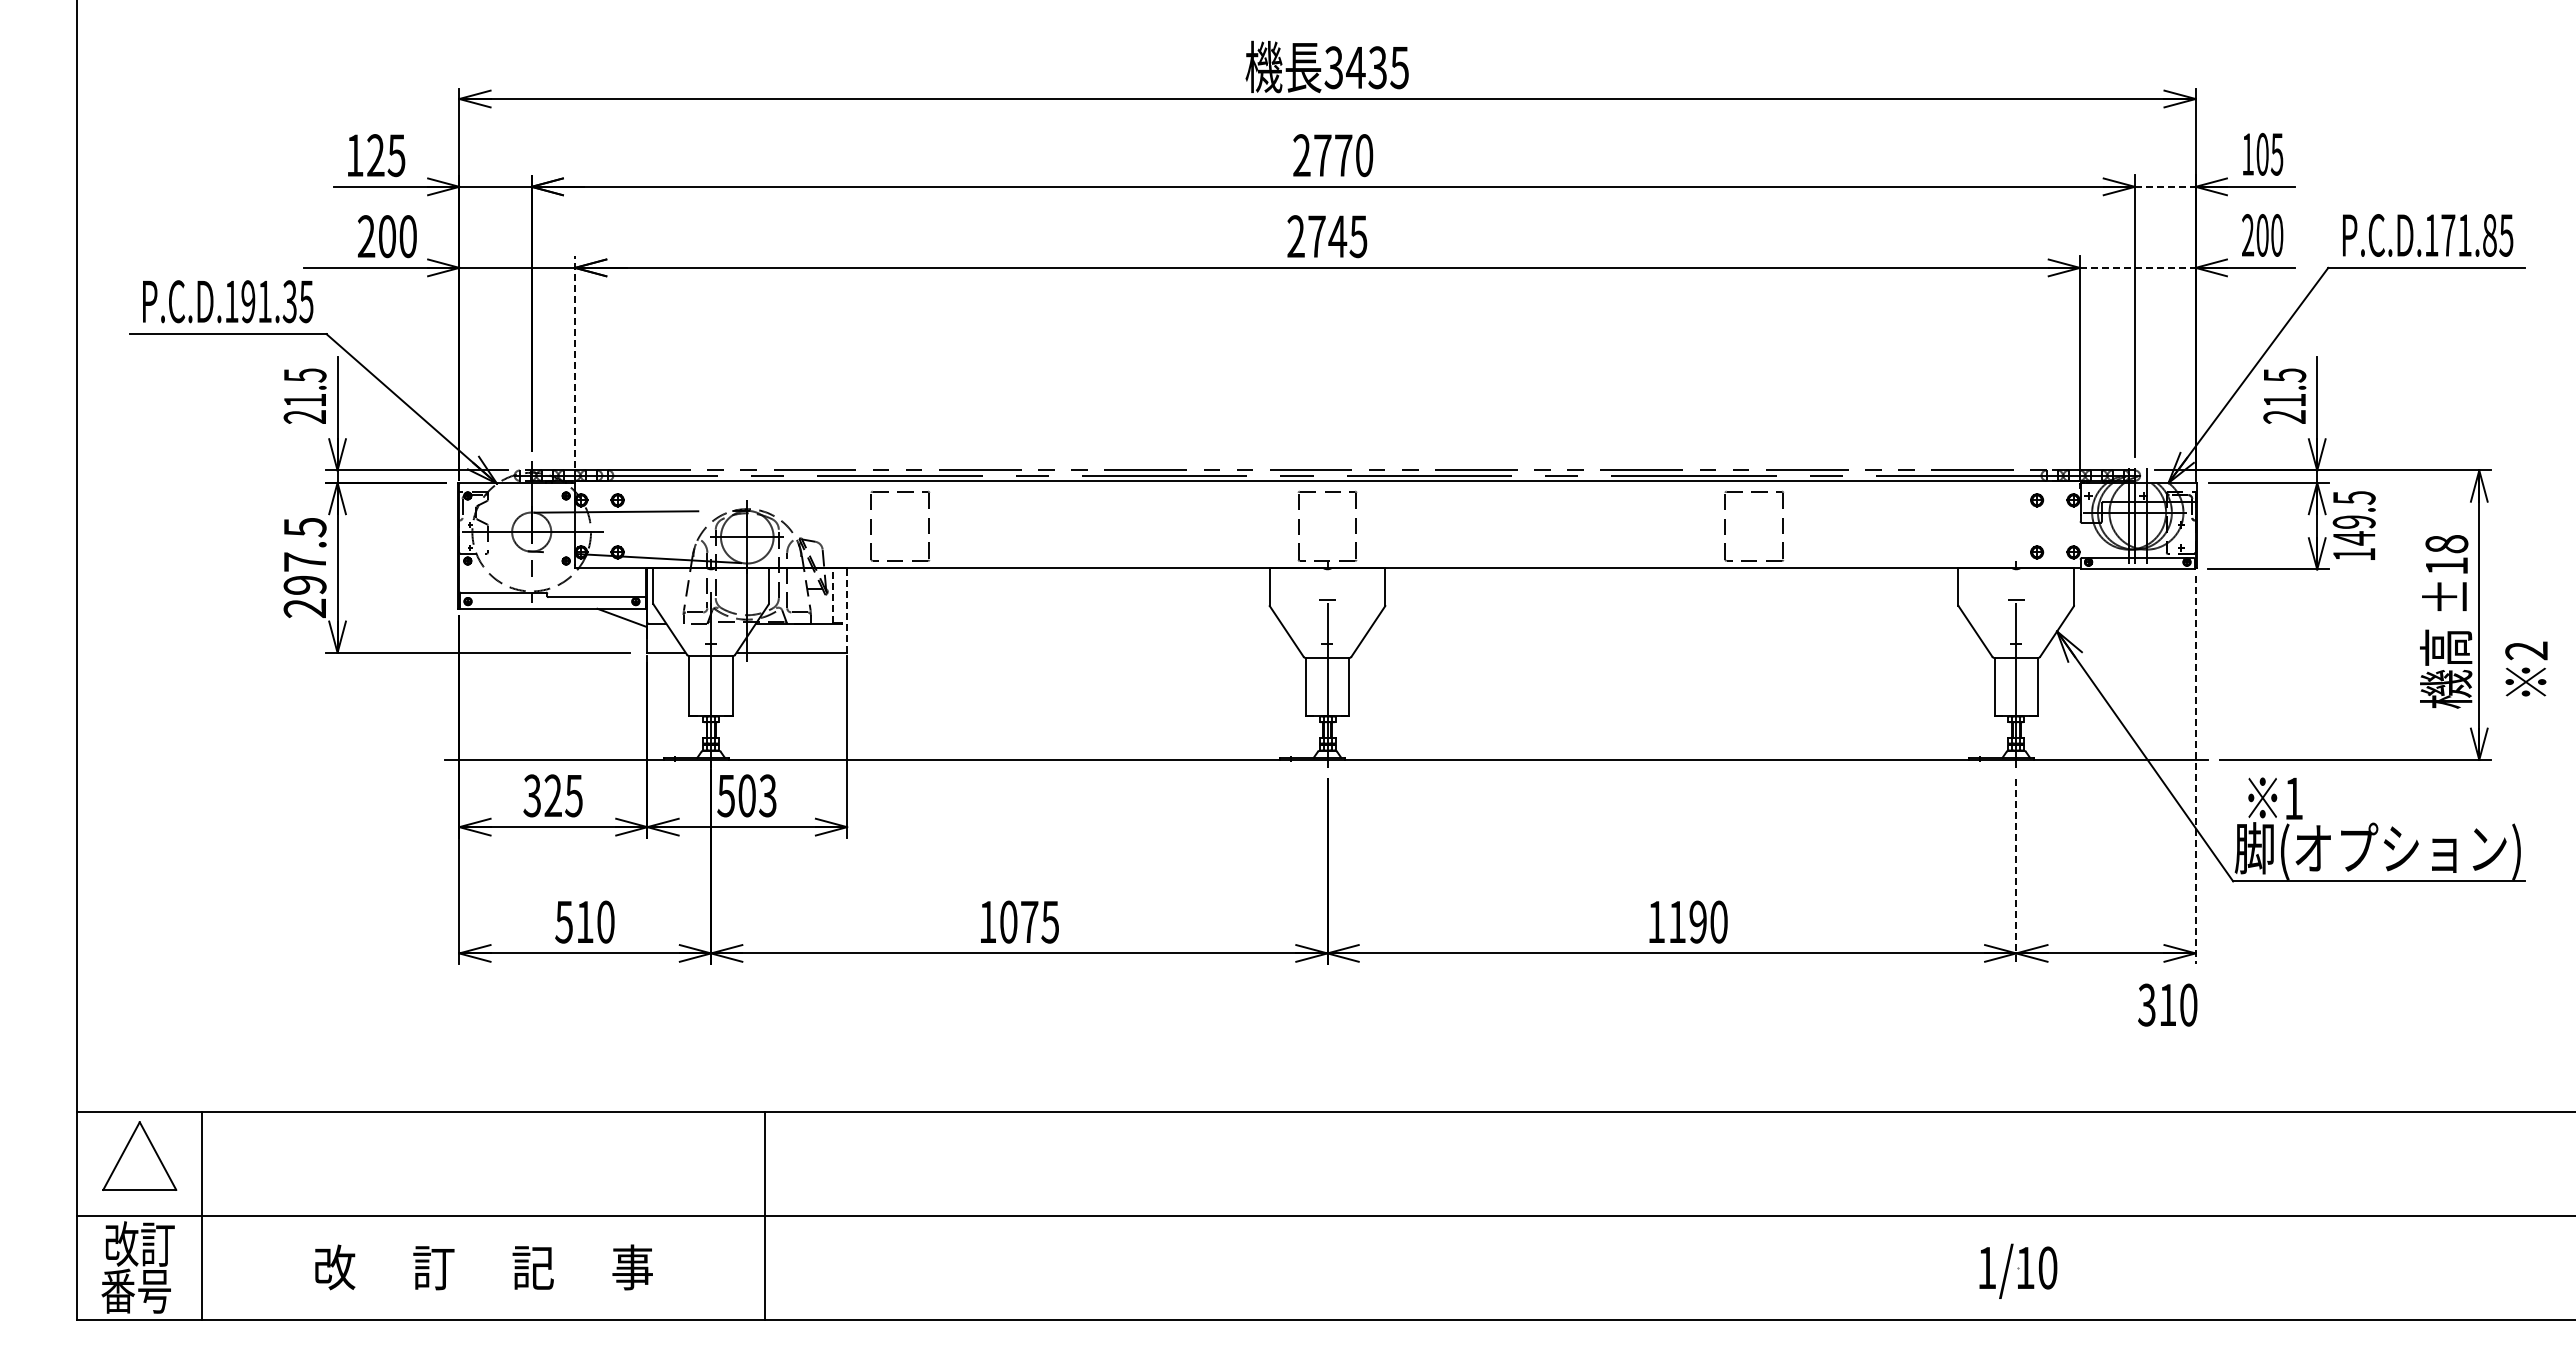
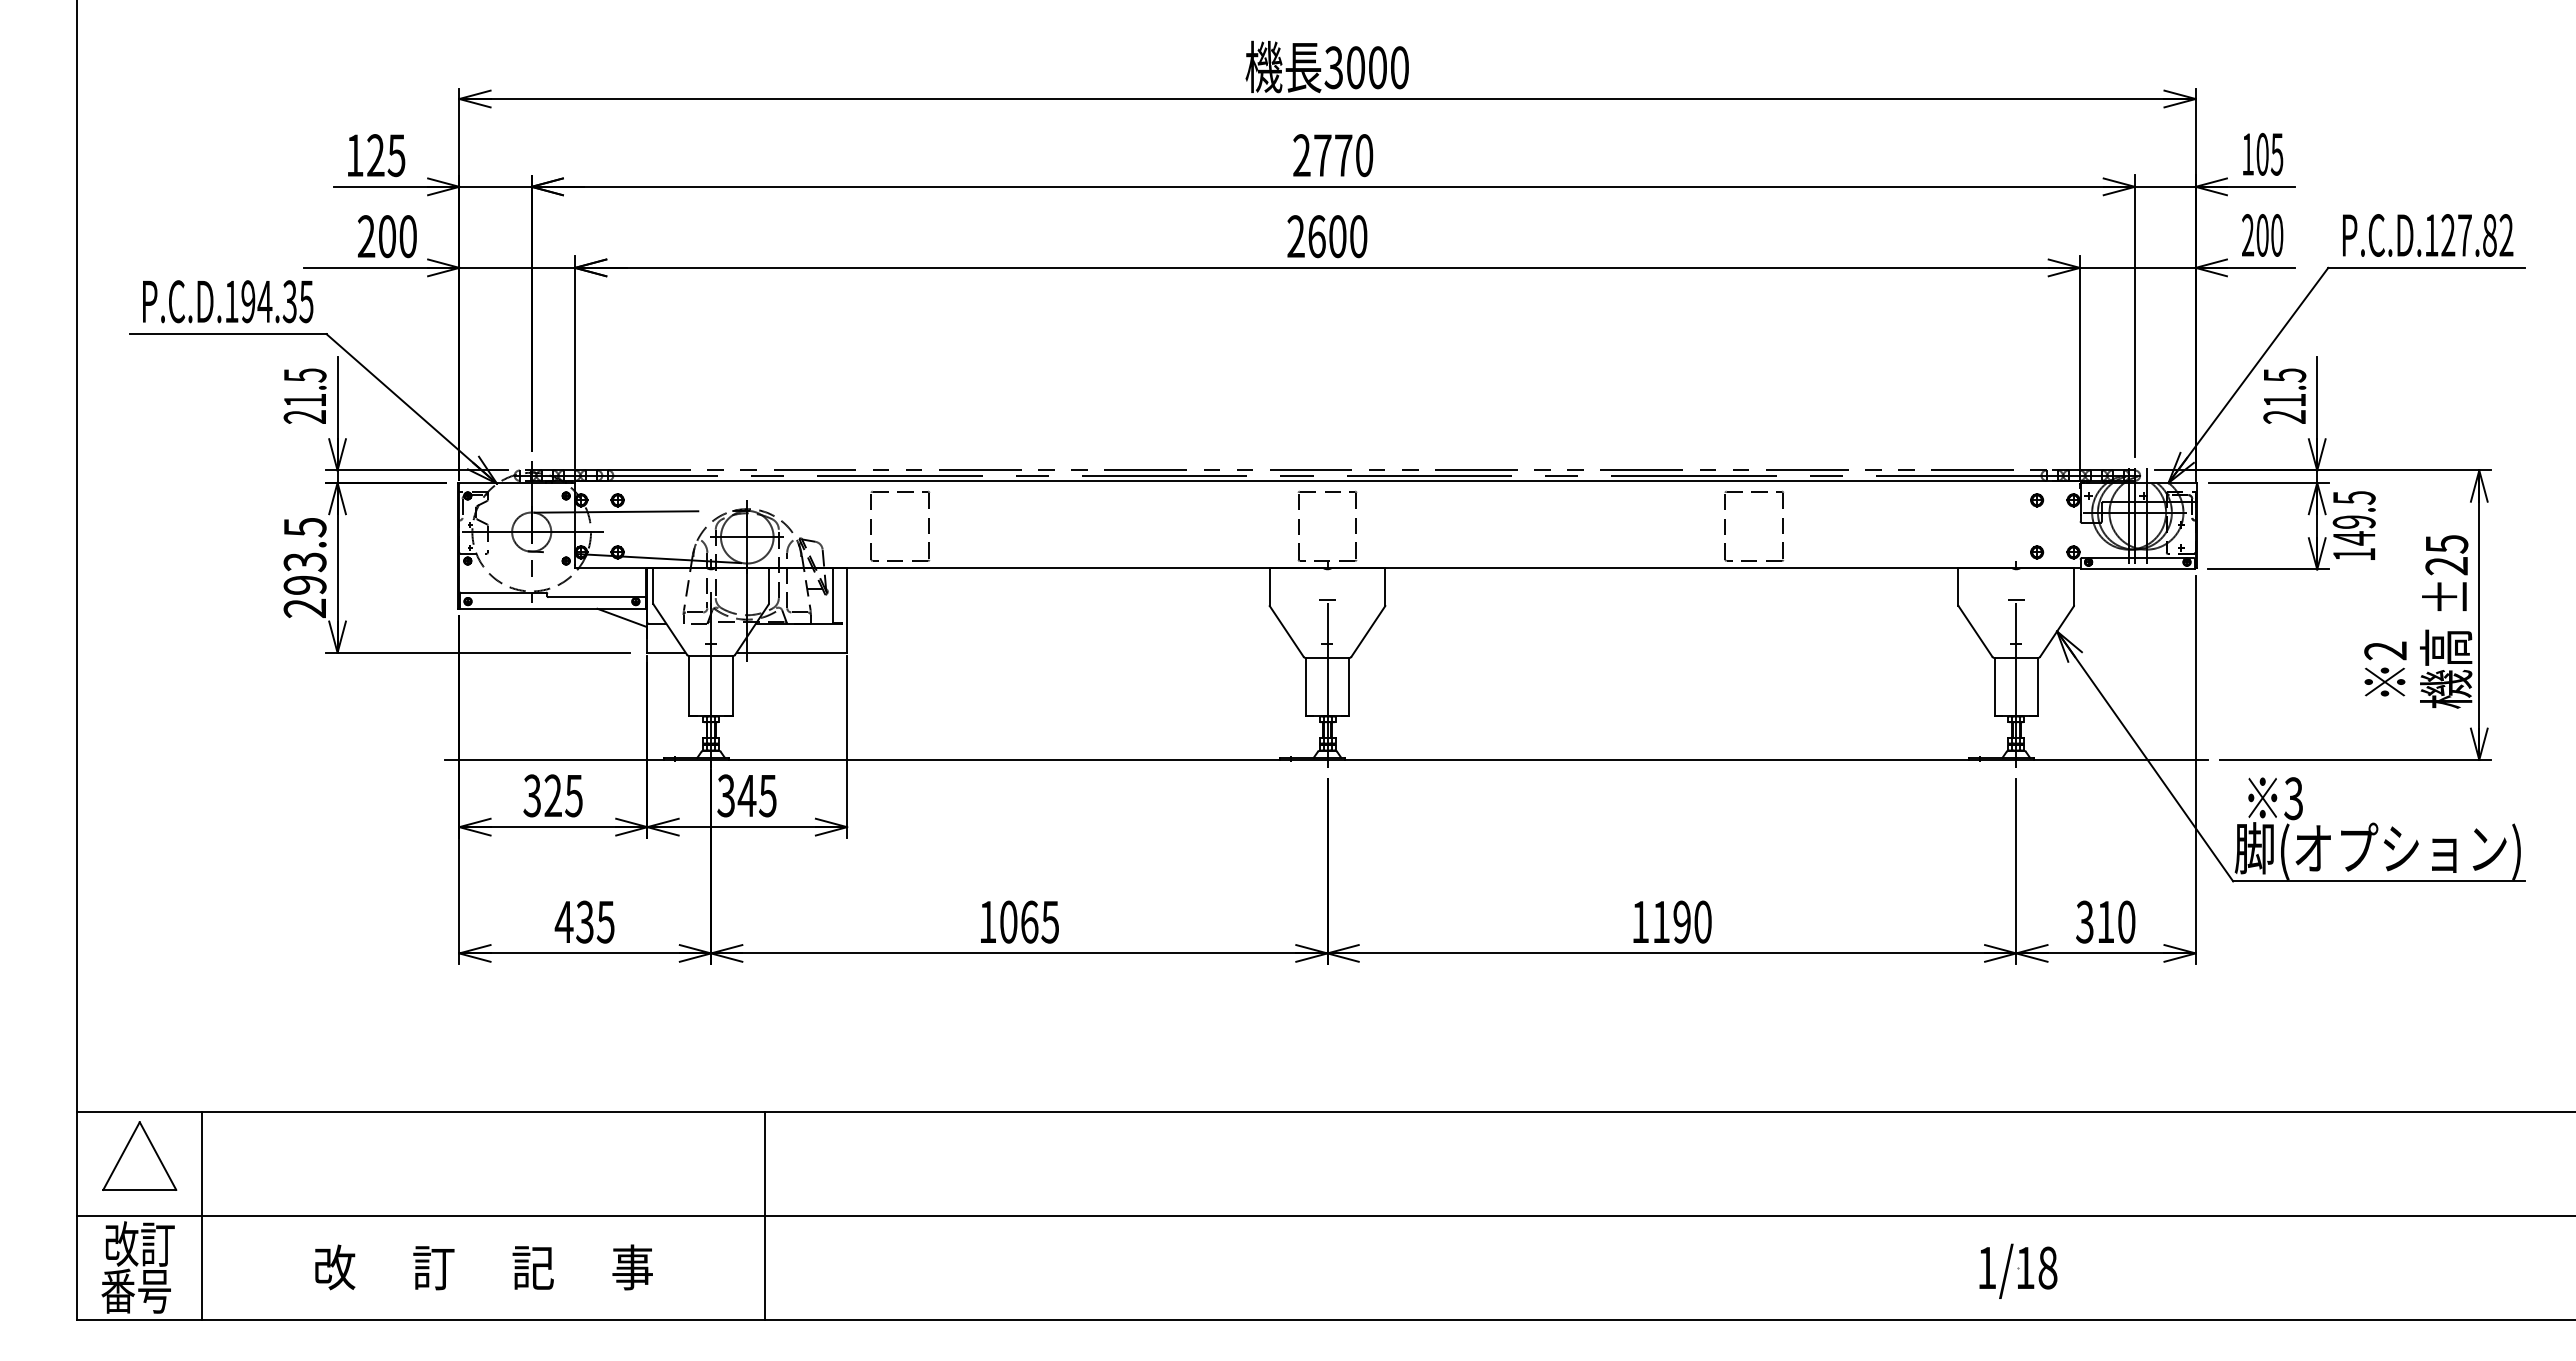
text at (1377, 67): 3435 -> 3000
line at (2165, 186): dashed -> solid
text at (2477, 235): P.C.D.171.85 -> P.C.D.127.82
text at (1337, 236): 2745 -> 2600
line at (2137, 267): dashed -> solid
text at (264, 301): P.C.D.191.35 -> P.C.D.194.35
line at (575, 362): dashed -> solid
text at (2446, 555): ±18 -> ±25
text at (304, 562): 297.5 -> 293.5
line at (832, 595): dashed -> solid
line at (847, 610): dashed -> solid
text at (2526, 668) position: (2526, 668) -> (2385, 668)
line at (2195, 770): dashed -> solid
text at (746, 795): 503 -> 345
text at (2293, 798): 1 -> 3
line at (2016, 871): dashed -> solid
text at (584, 921): 510 -> 435
text at (1029, 921): 1075 -> 1065
text at (1688, 921) position: (1688, 921) -> (1672, 921)
text at (2167, 1004) position: (2167, 1004) -> (2105, 921)
text at (2047, 1267): 1/10 -> 1/18
